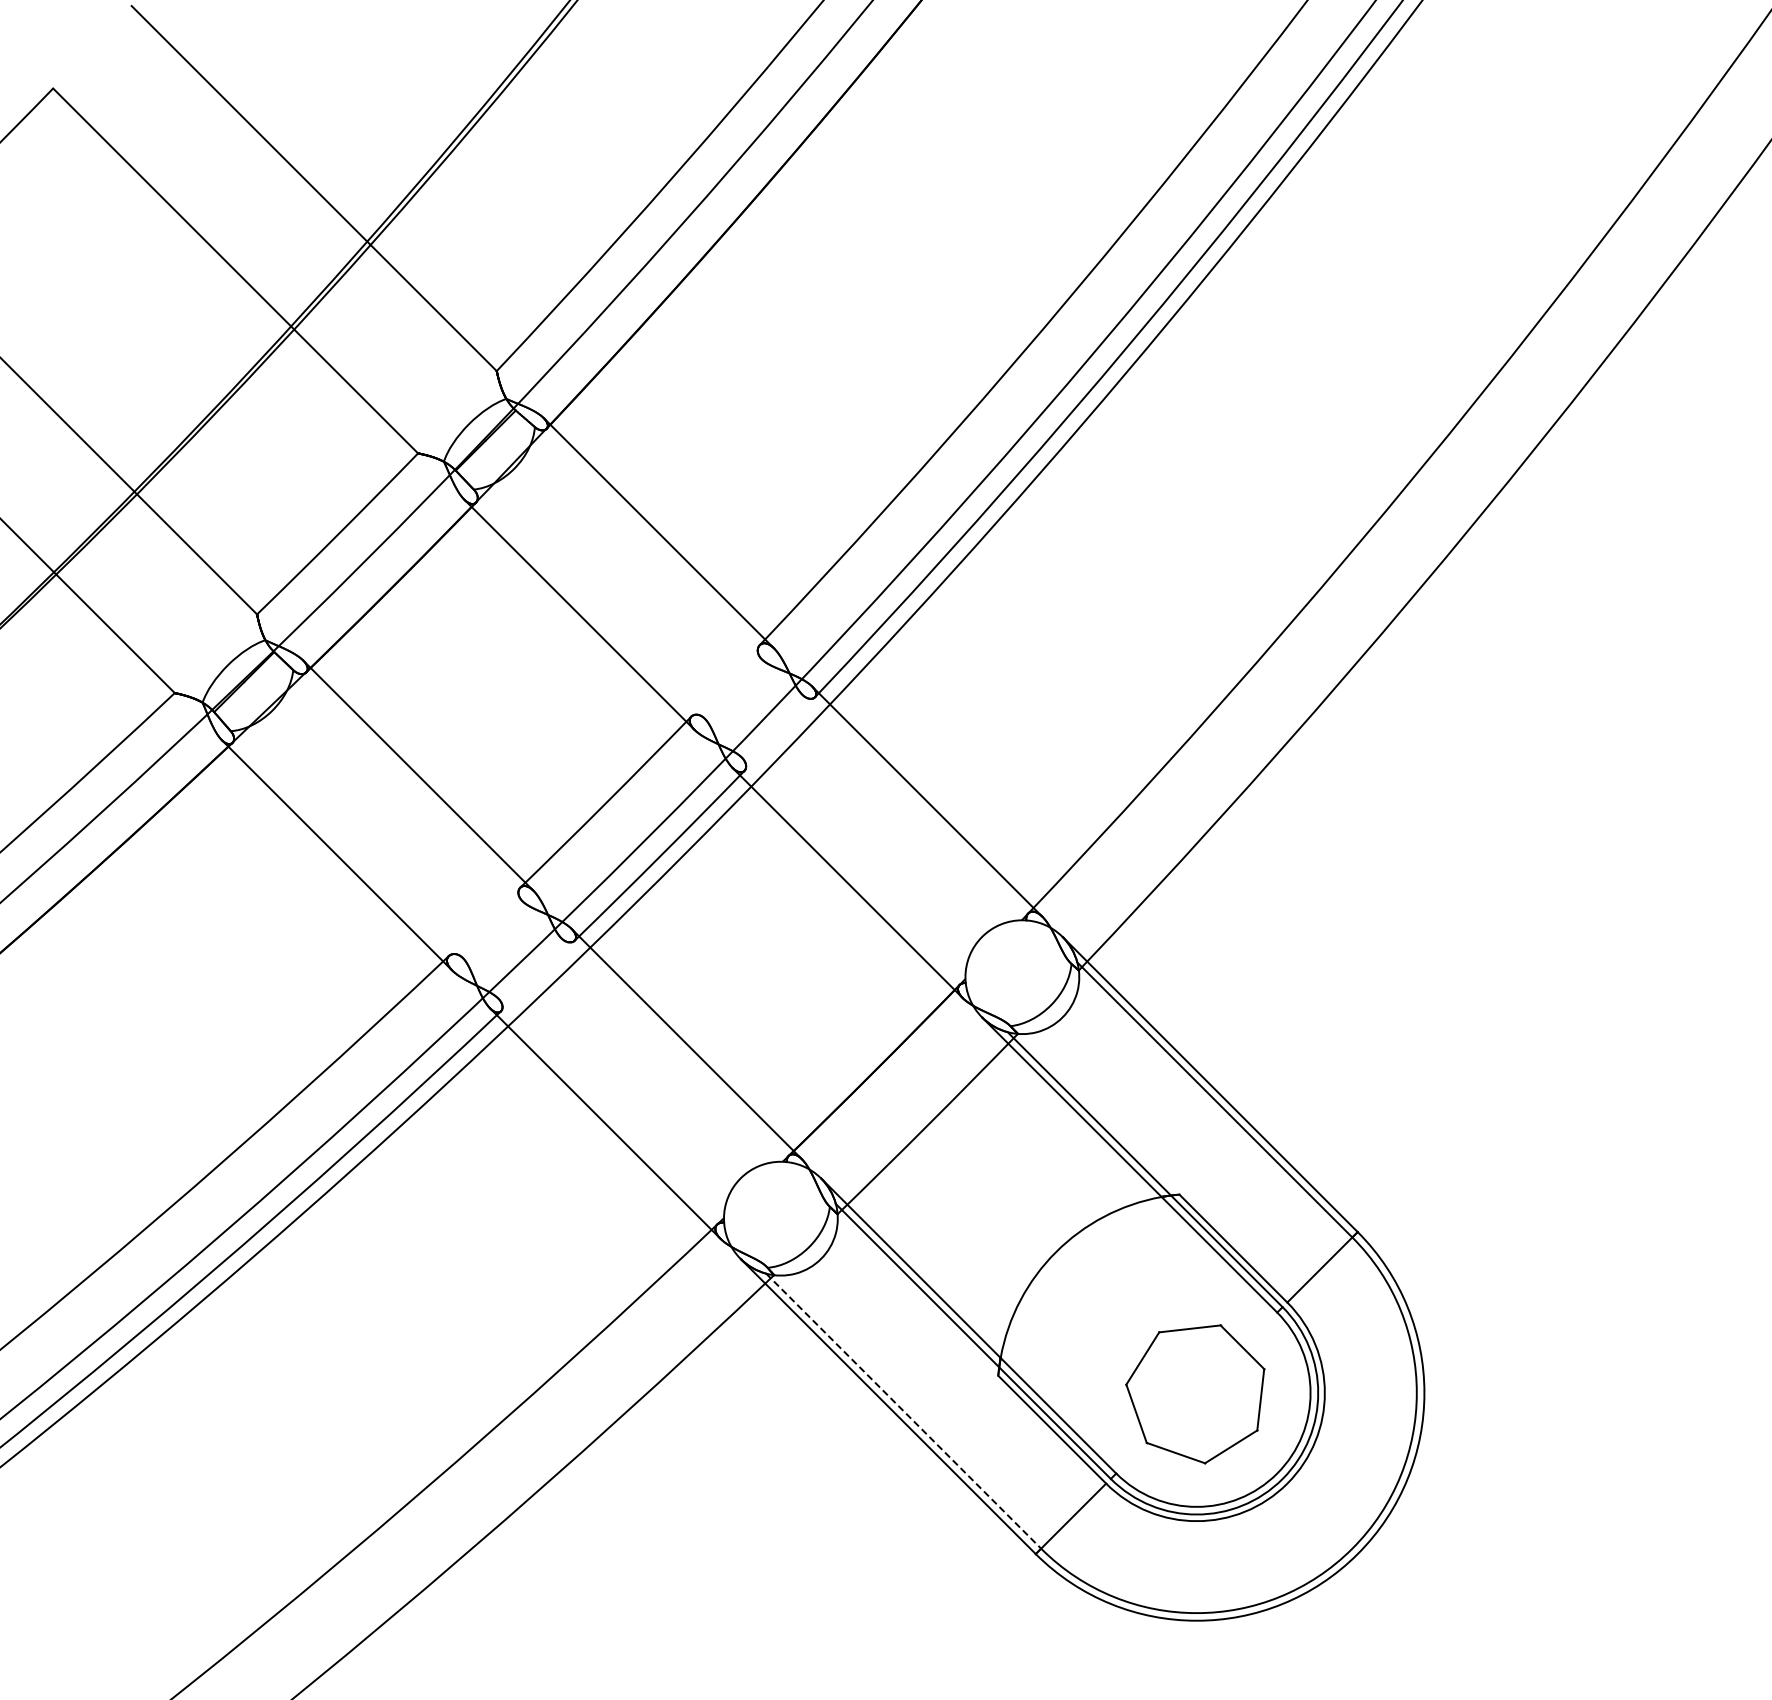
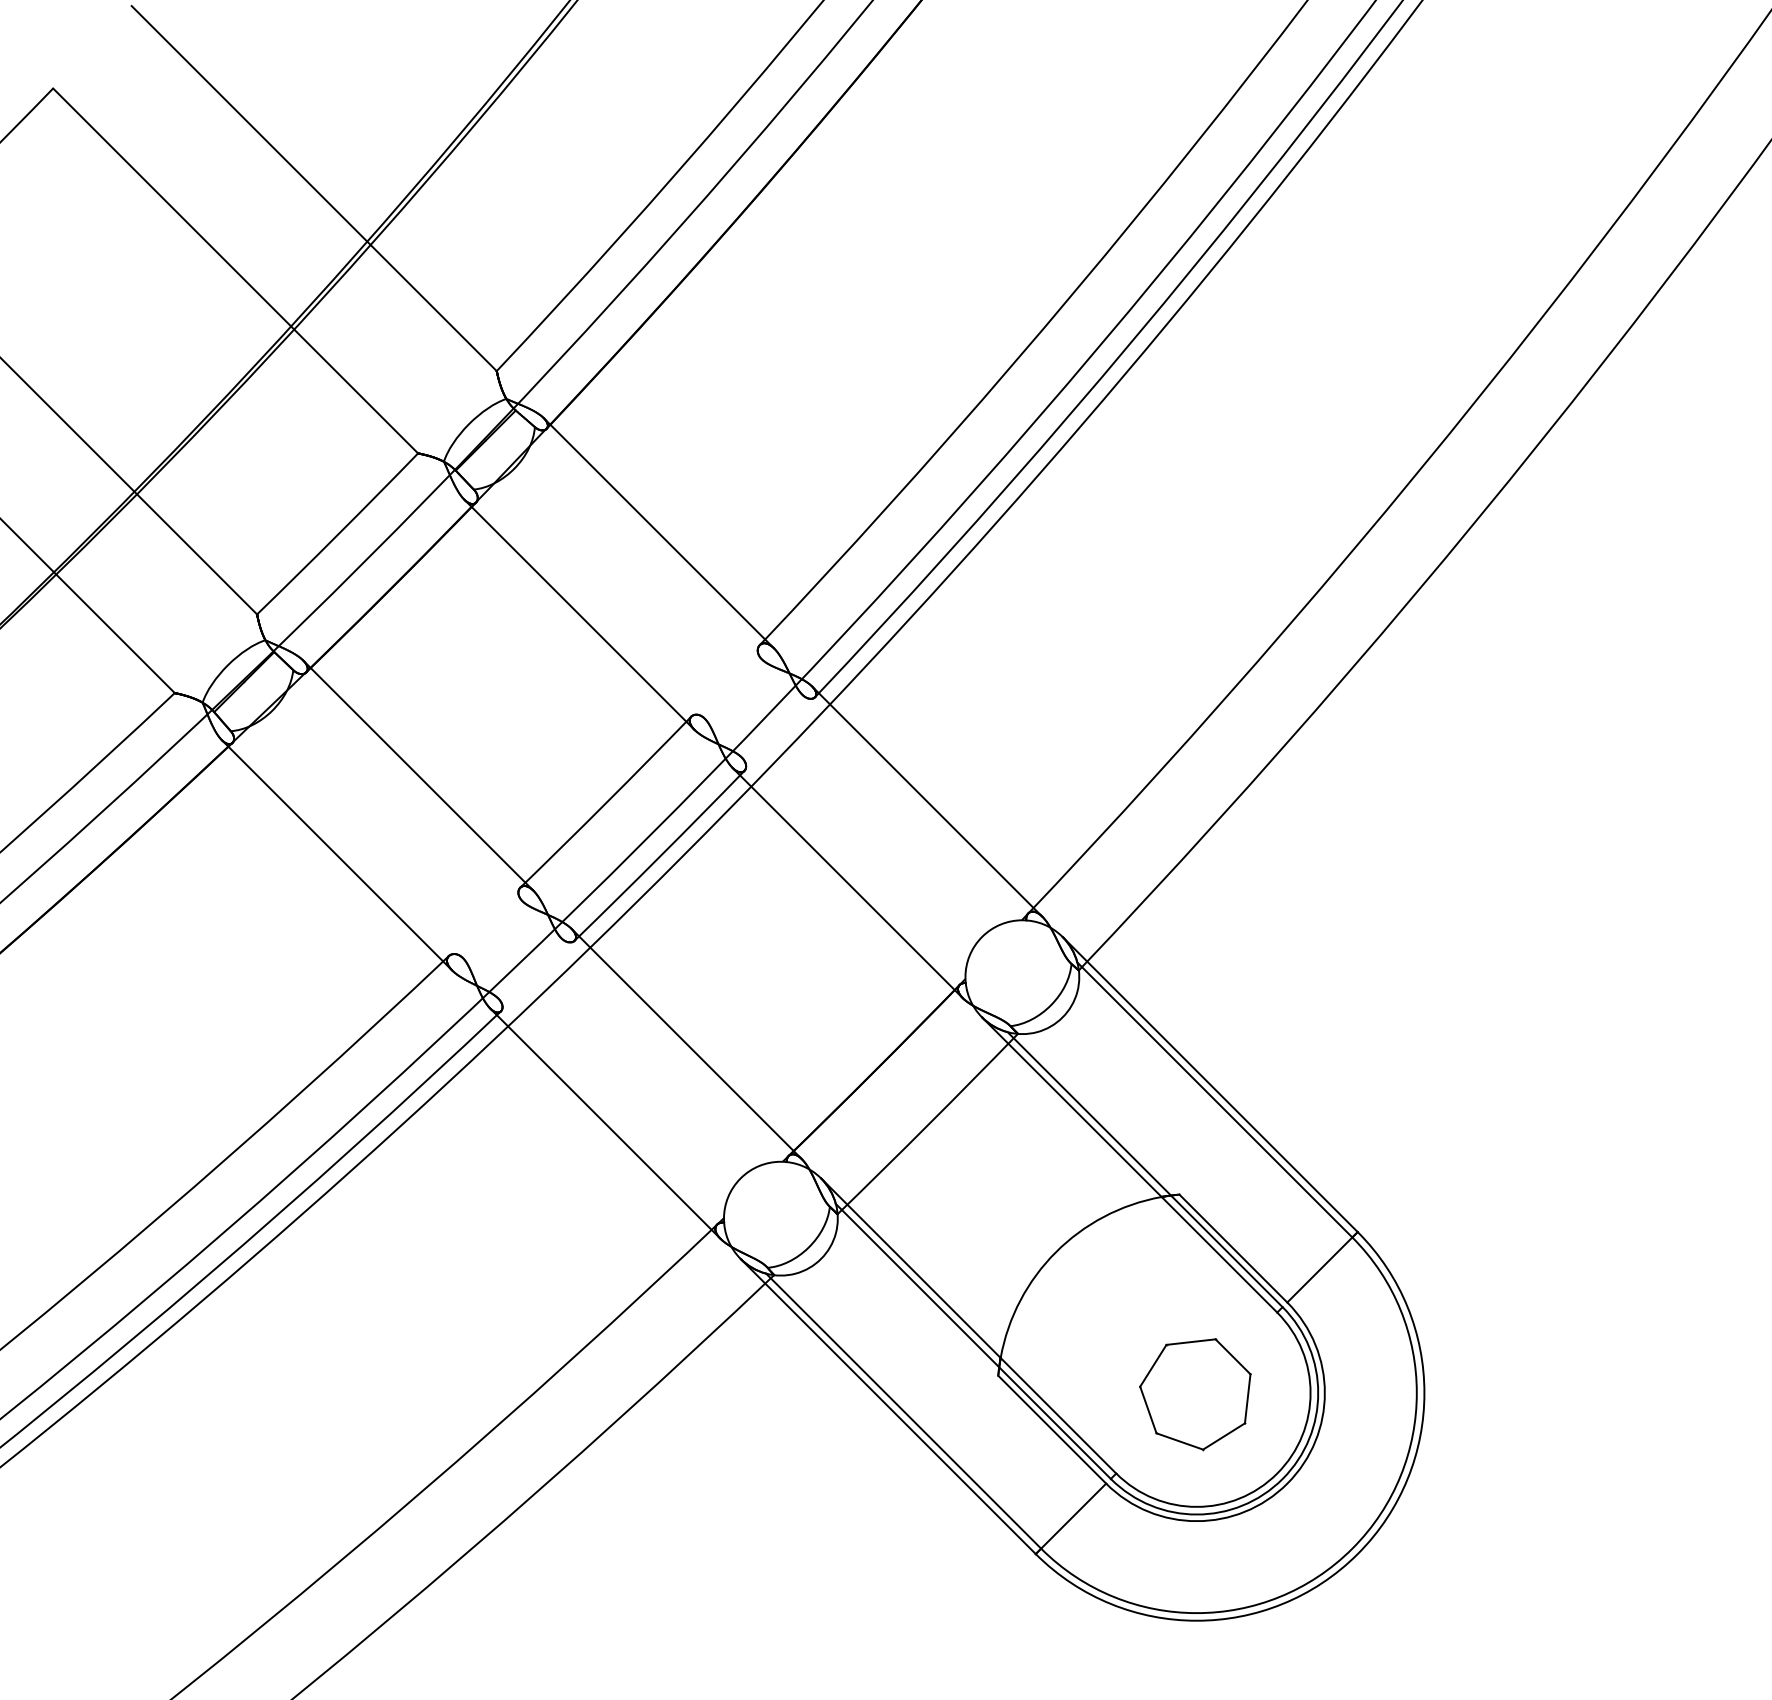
part at (1195, 1394) size: 141x141 px -> 113x114 px
line at (904, 1411): dashed -> solid
